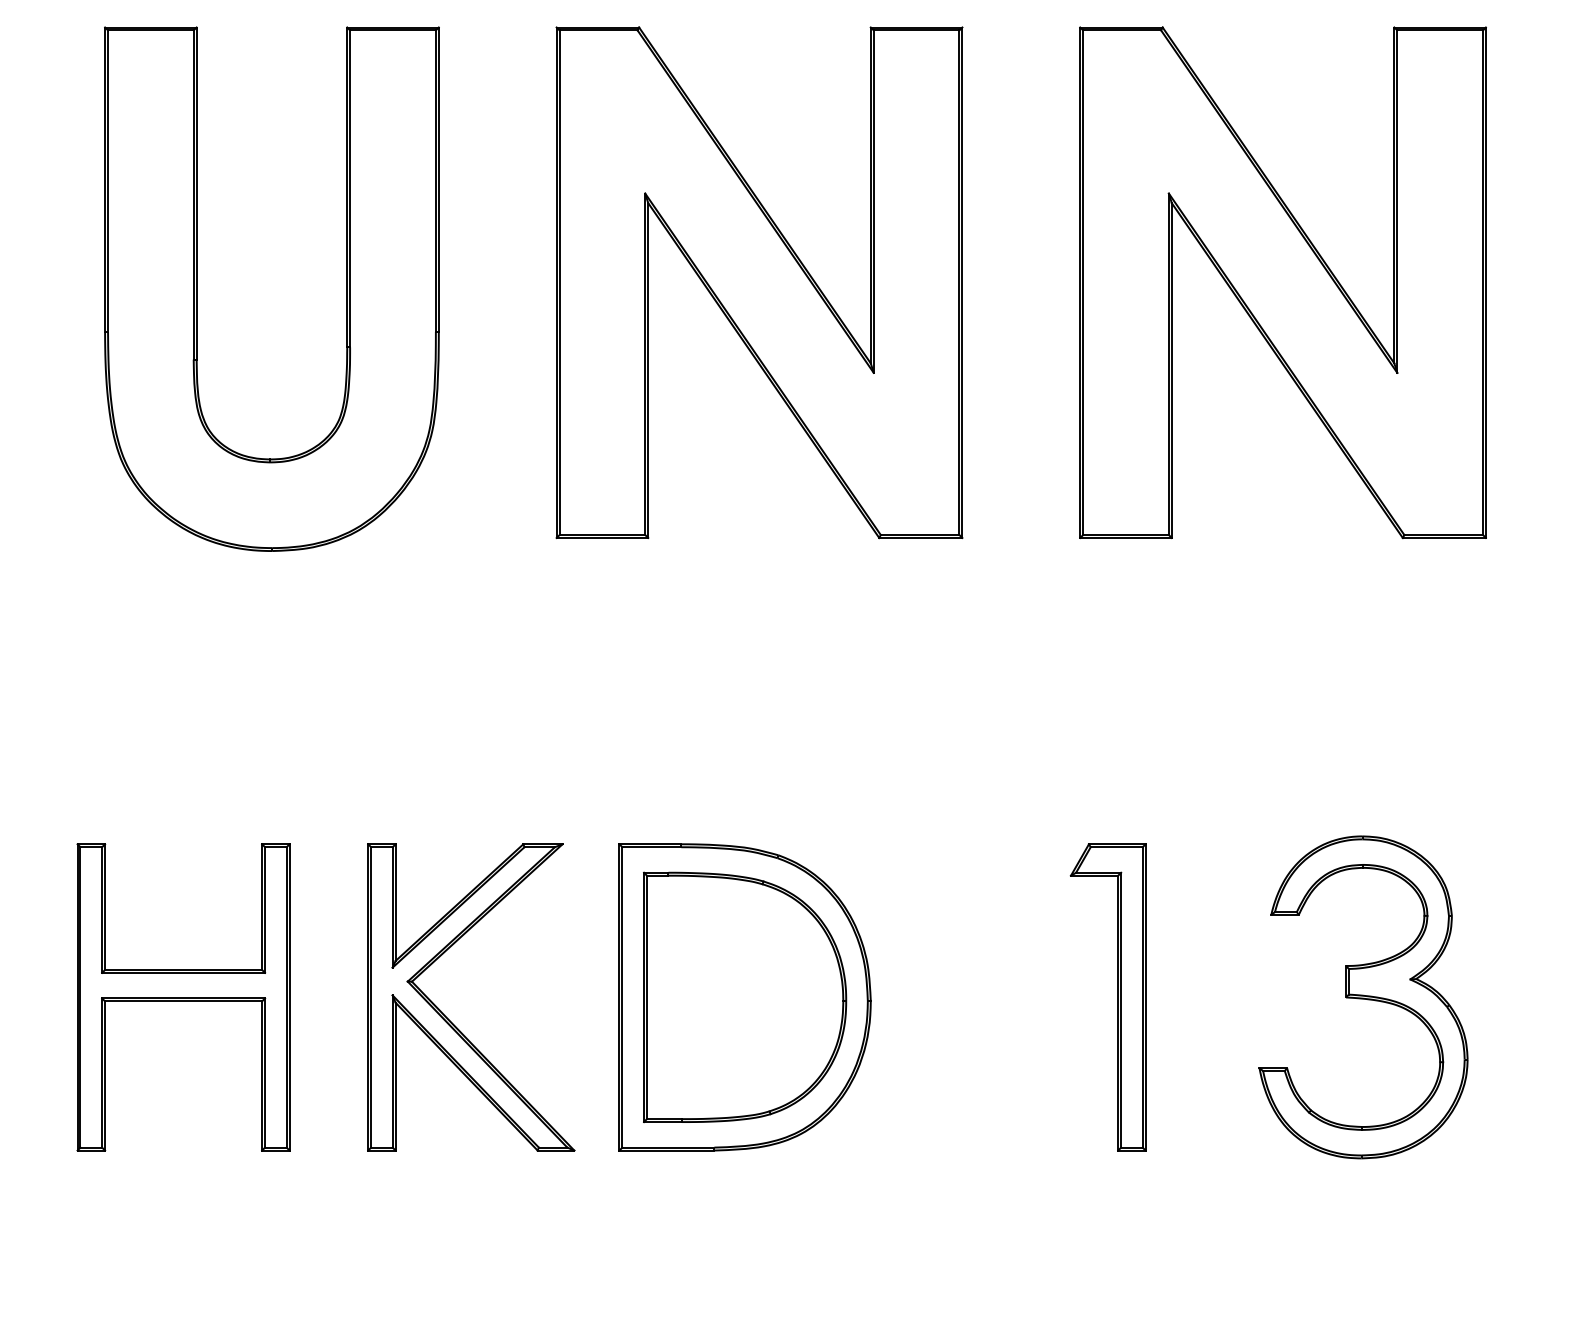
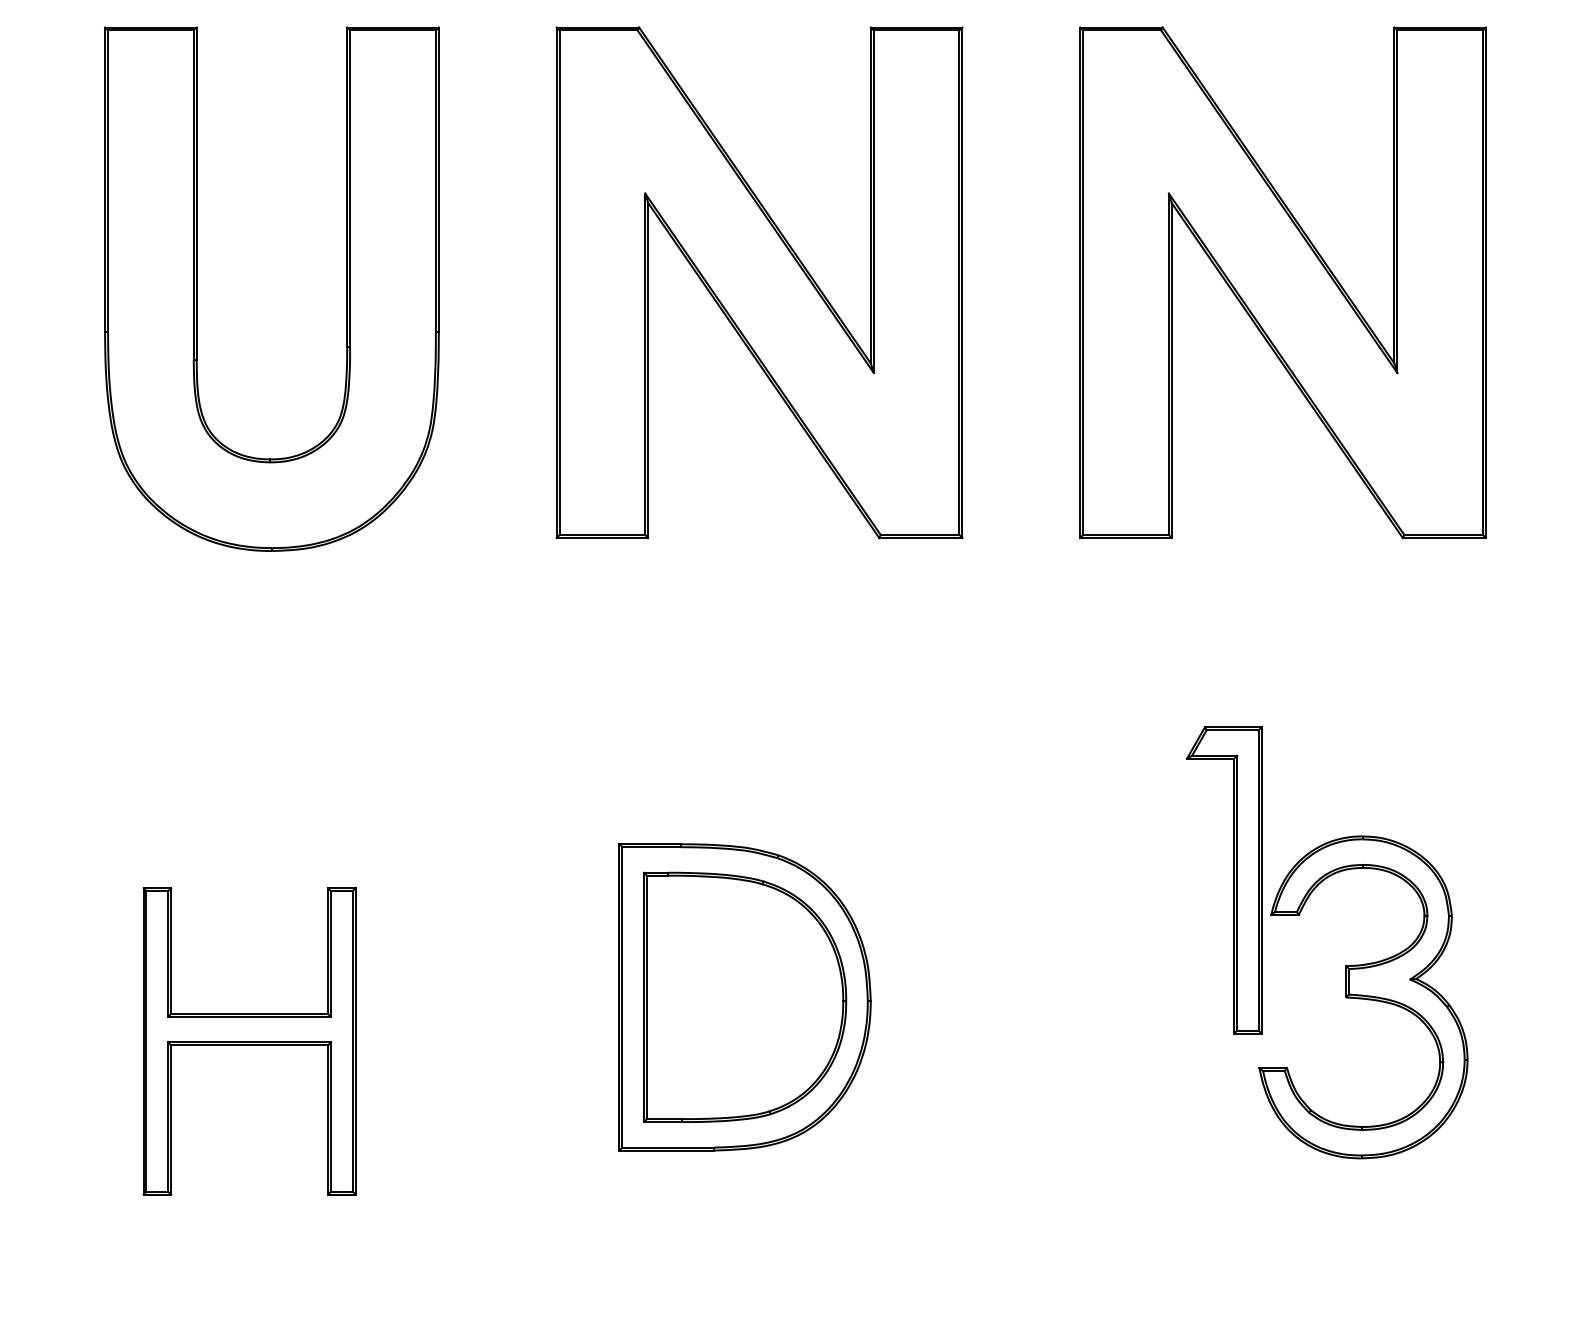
part at (183, 997) position: (183, 997) -> (249, 1041)
part at (1117, 997) position: (1117, 997) -> (1233, 880)
part at (449, 1019): present -> none
